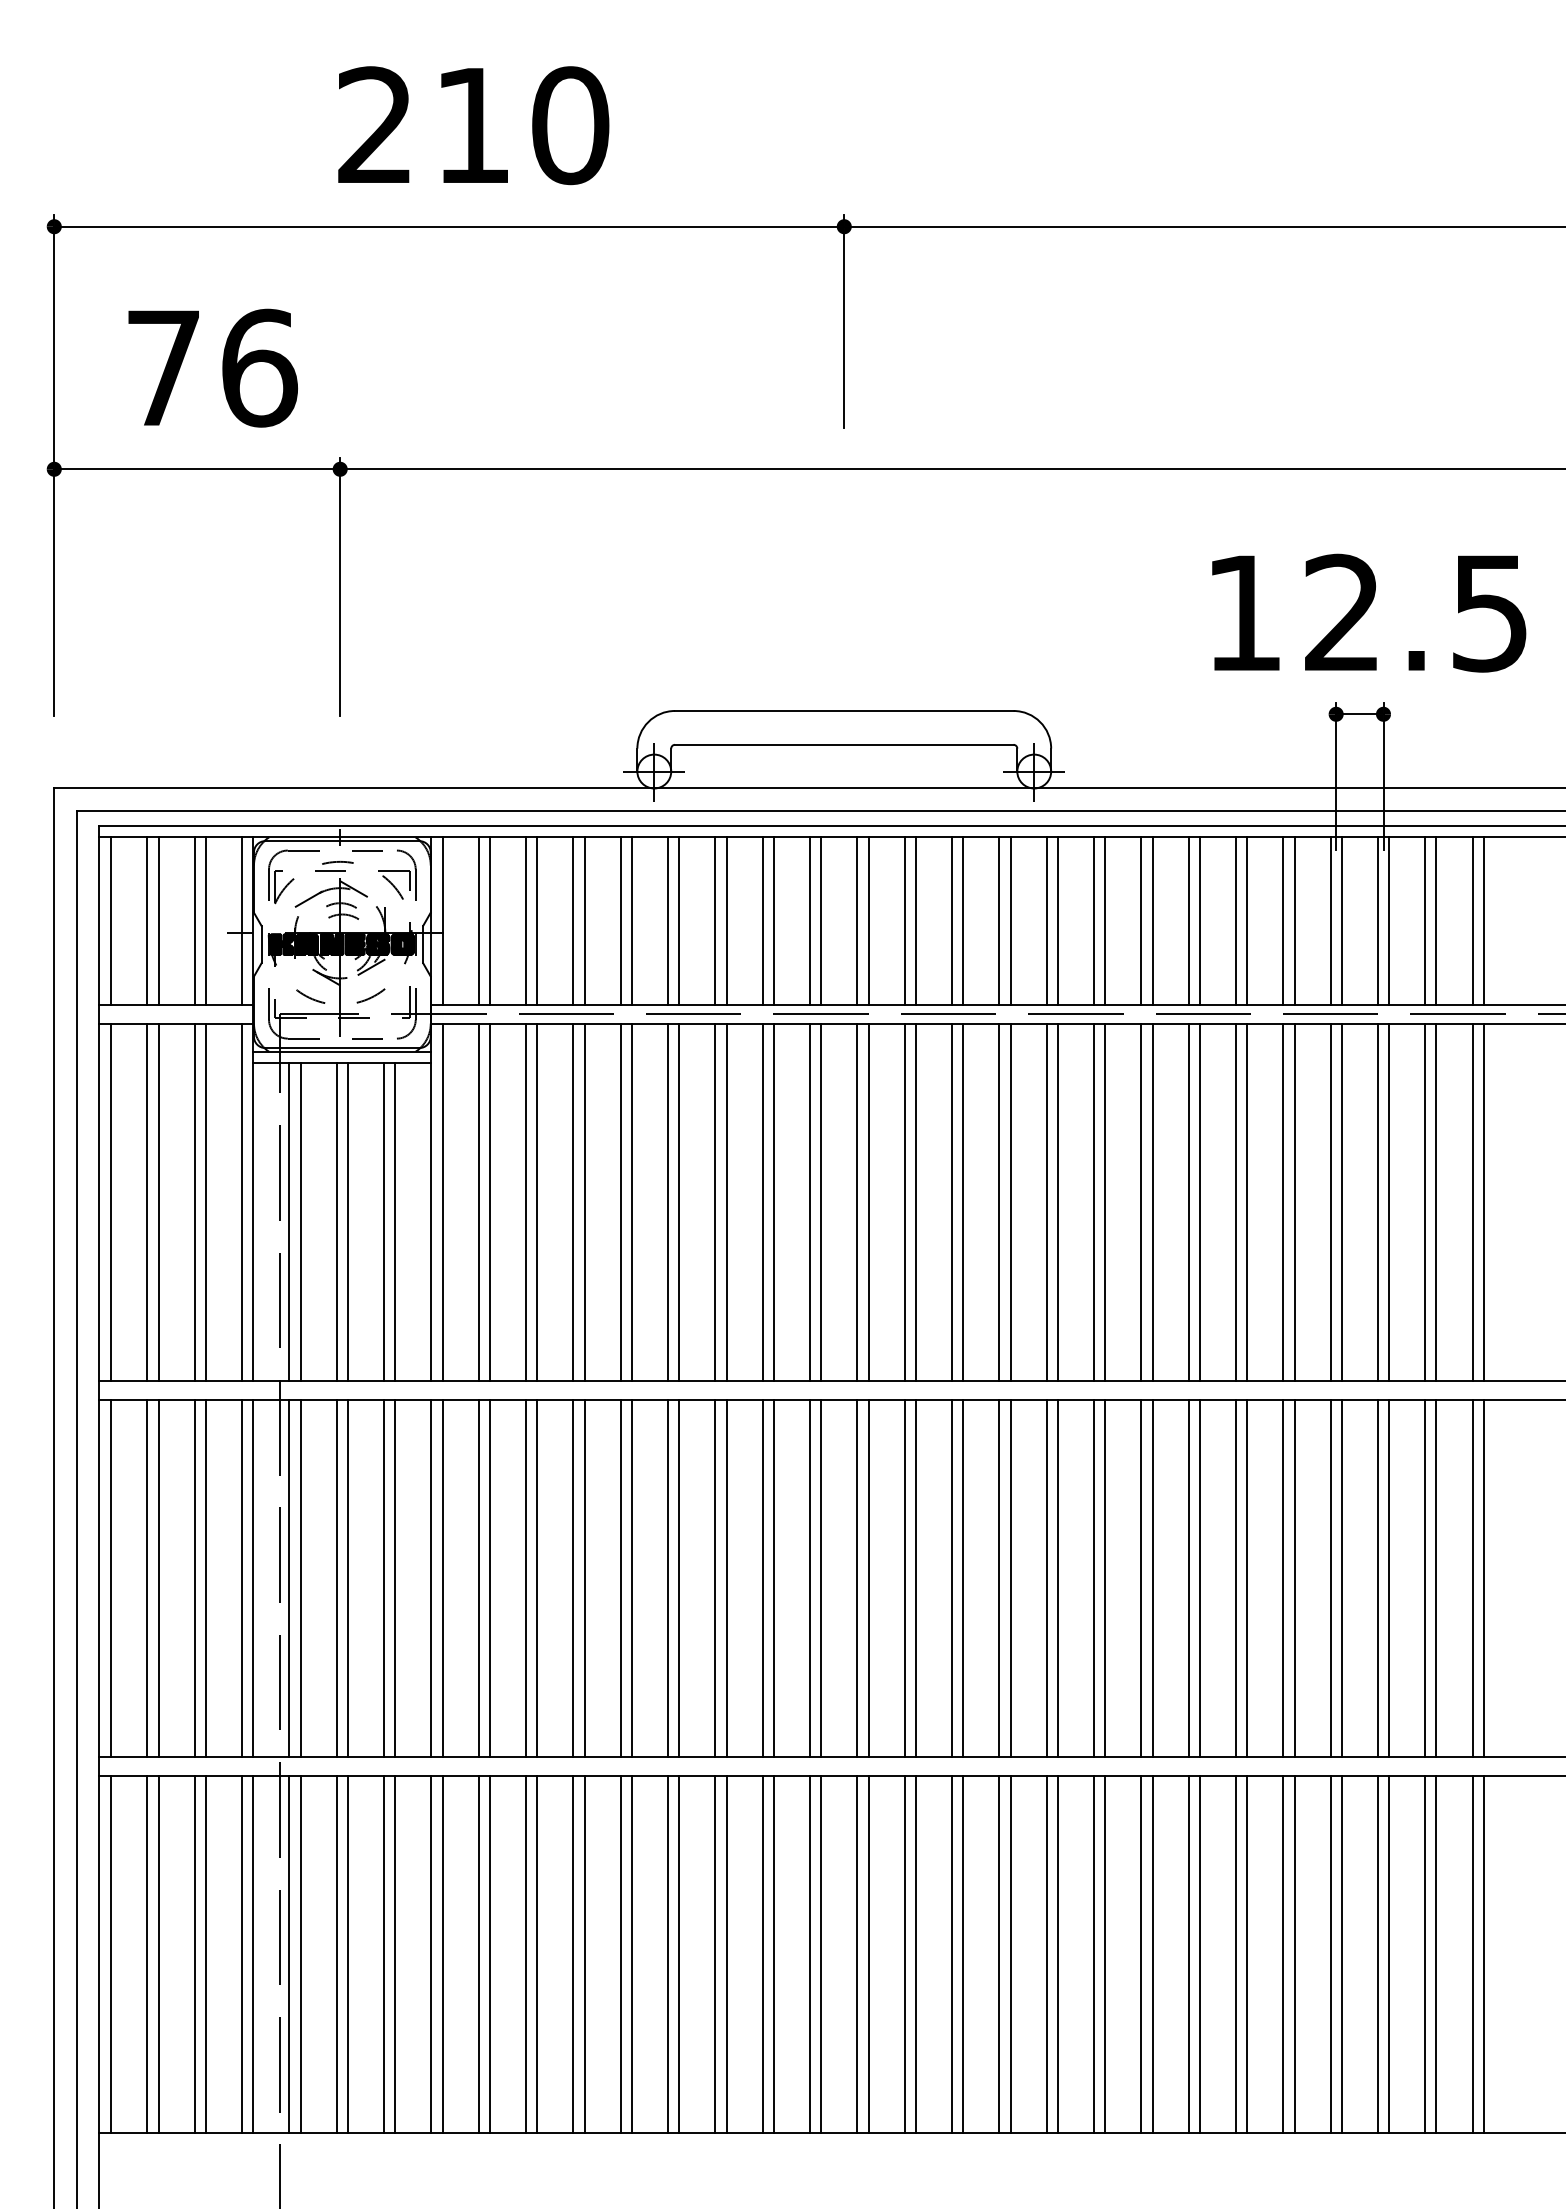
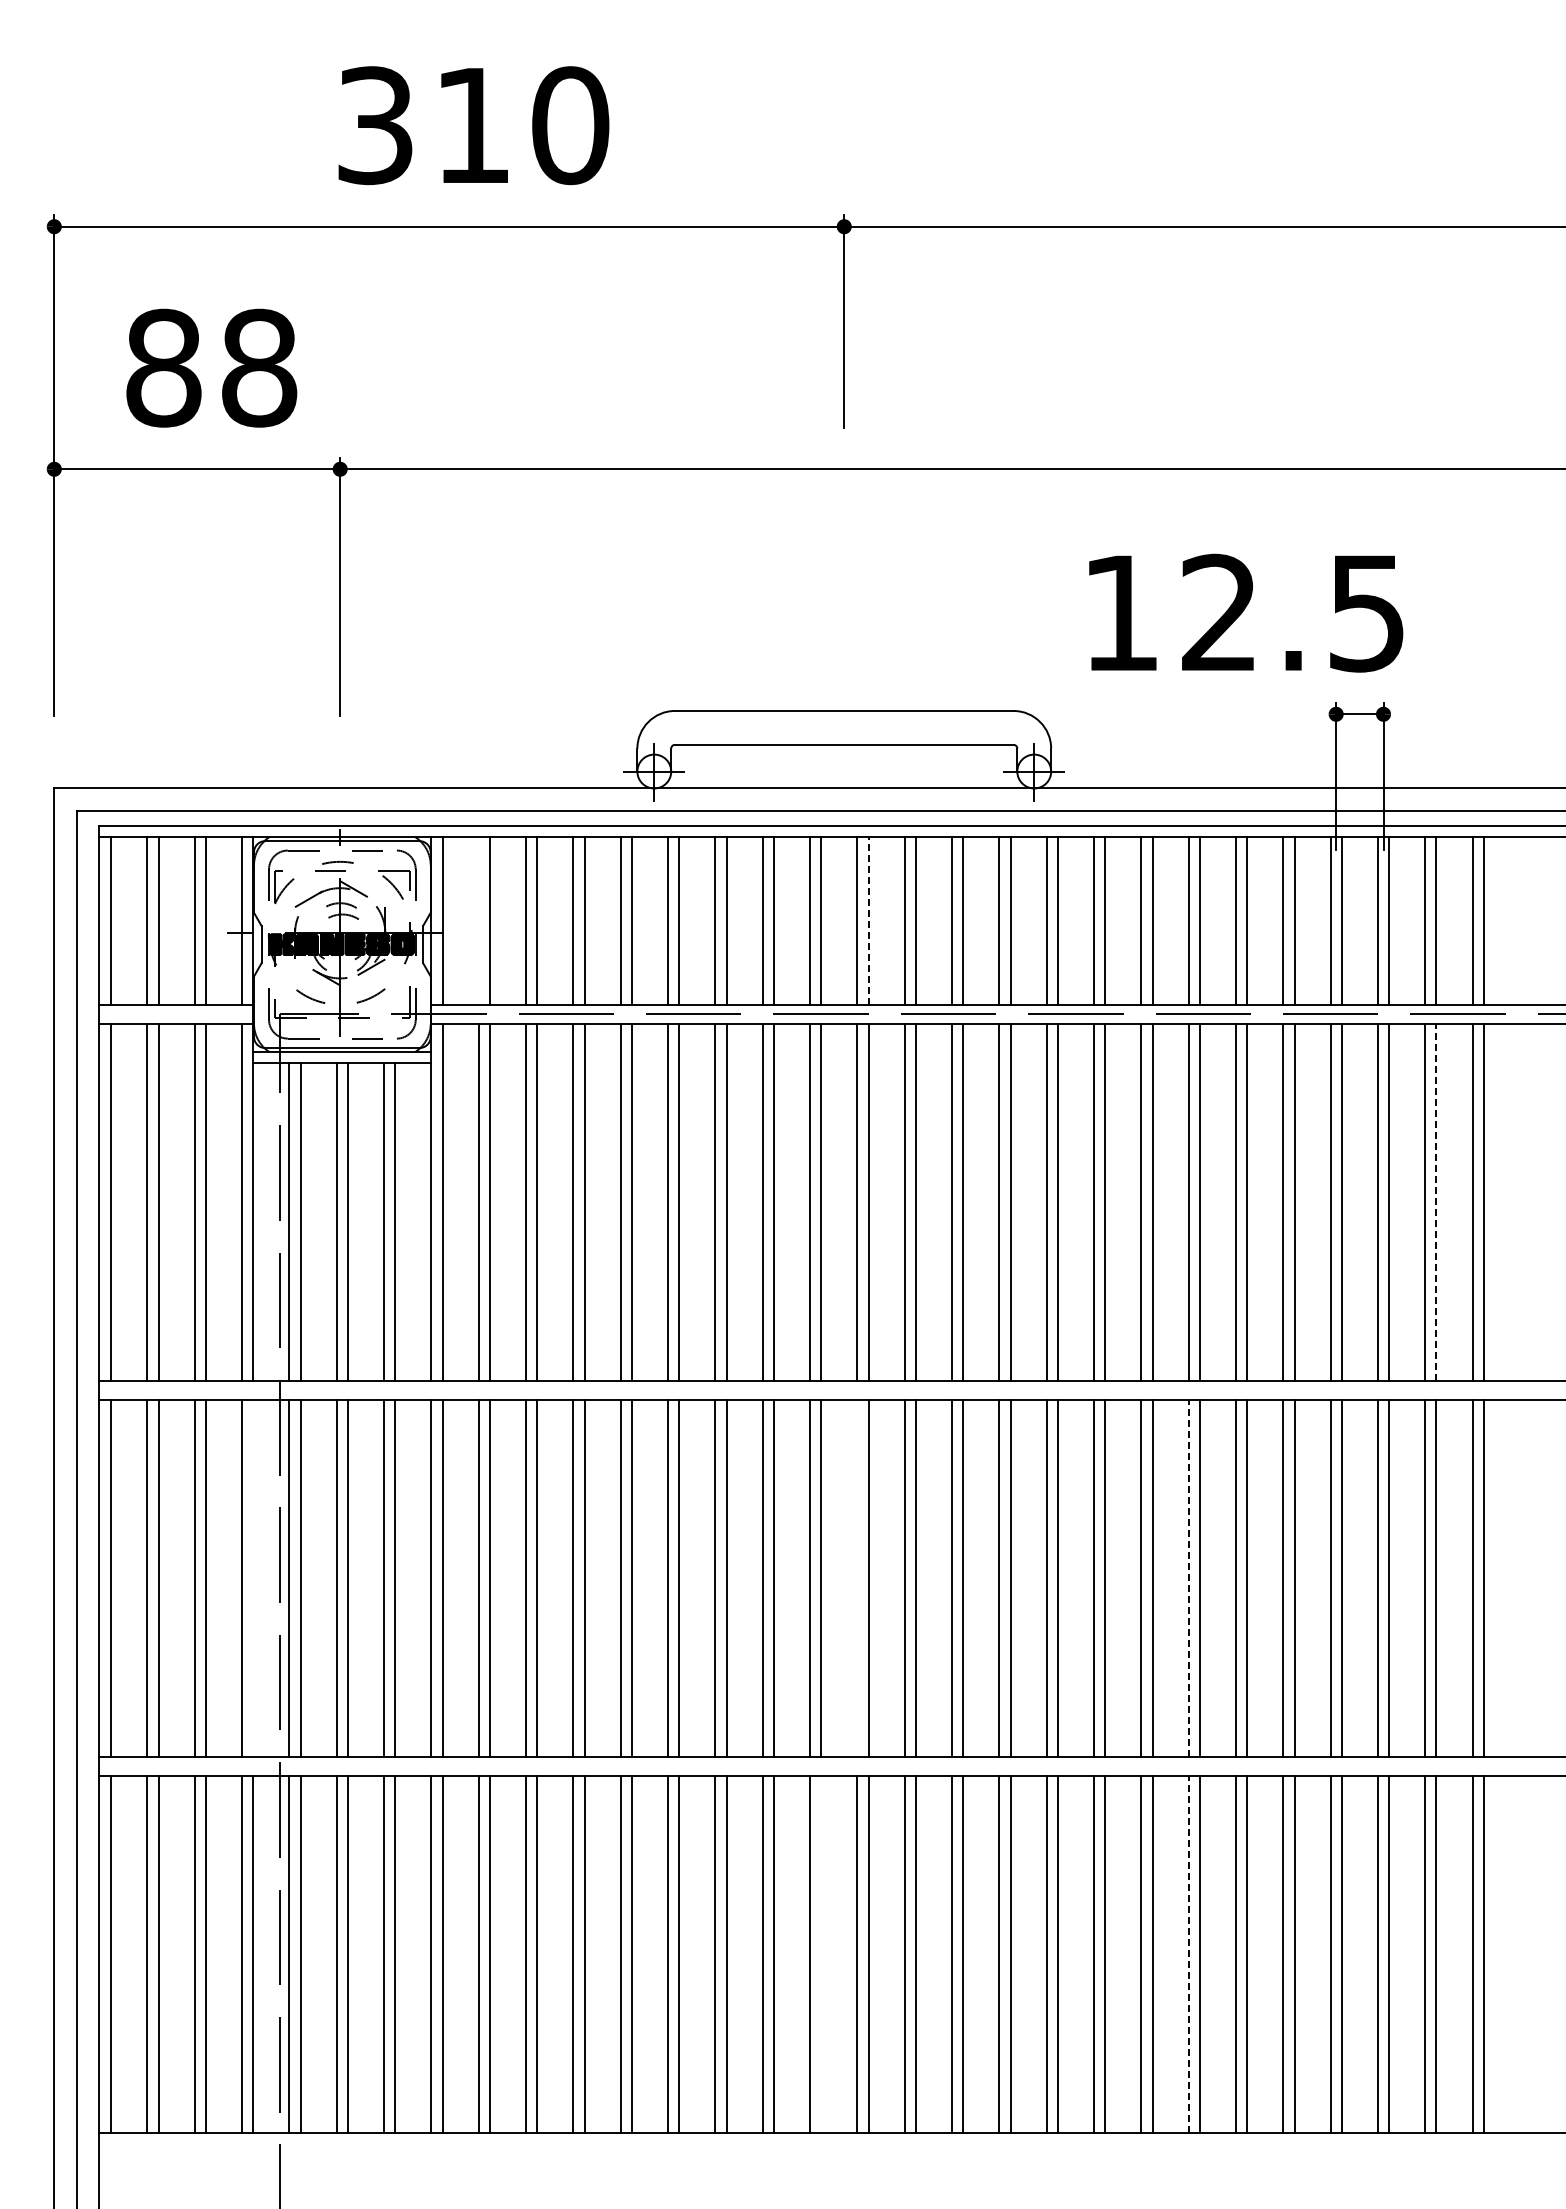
text at (375, 125): 210 -> 310
text at (212, 367): 76 -> 88
text at (1369, 612) position: (1369, 612) -> (1246, 612)
line at (478, 920): present -> none
line at (868, 921): solid -> dashed
line at (1436, 1202): solid -> dashed
line at (253, 1578): present -> none
line at (857, 1578): present -> none
line at (1188, 1578): solid -> dashed
line at (821, 1954): present -> none
line at (1188, 1954): solid -> dashed
